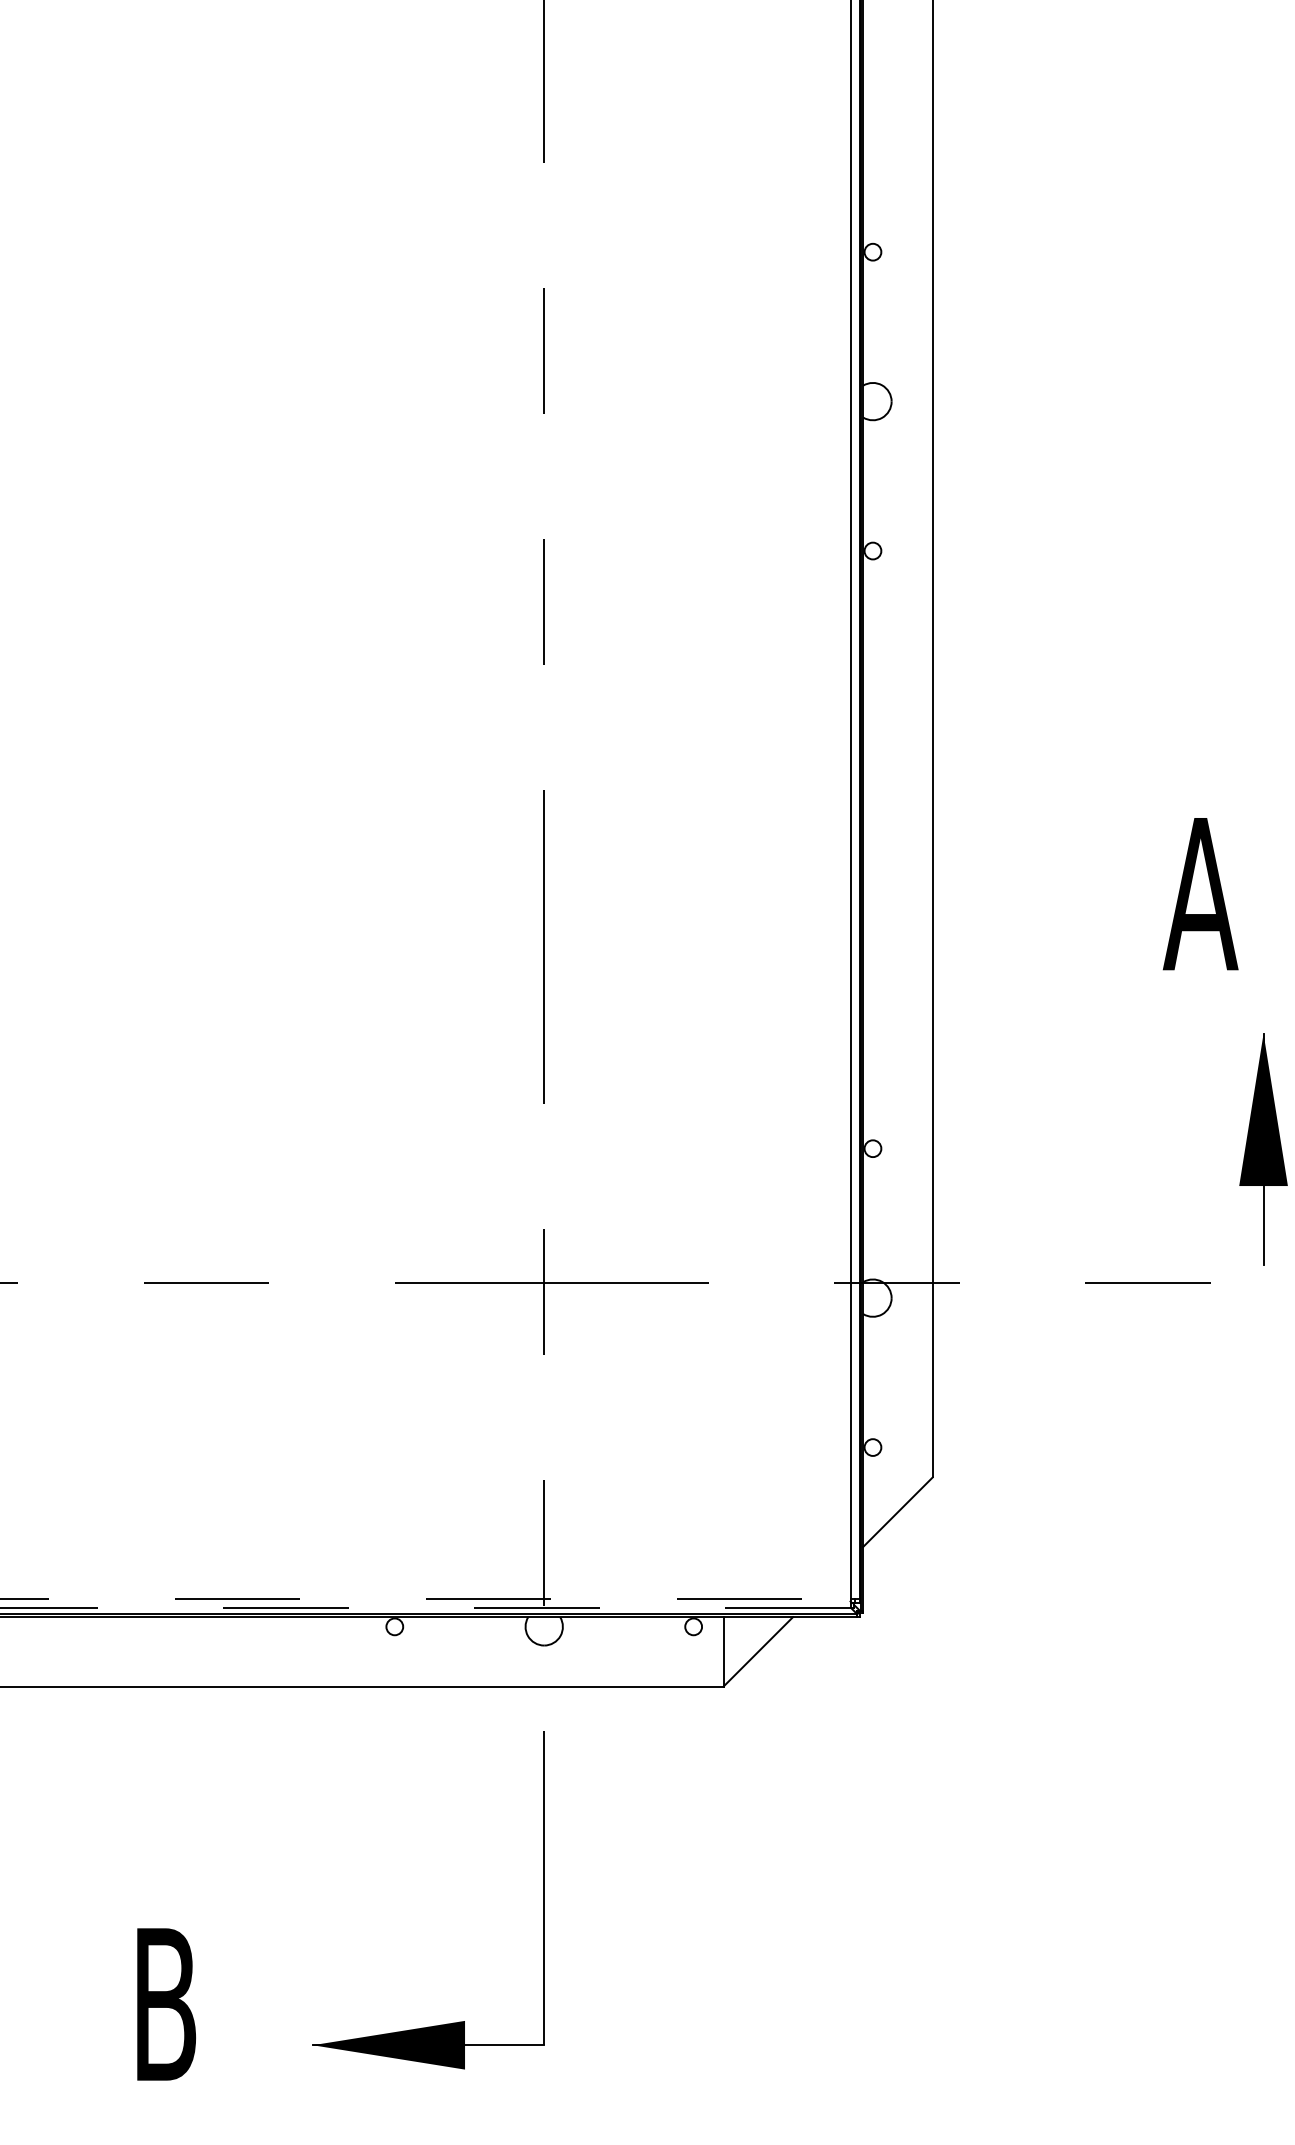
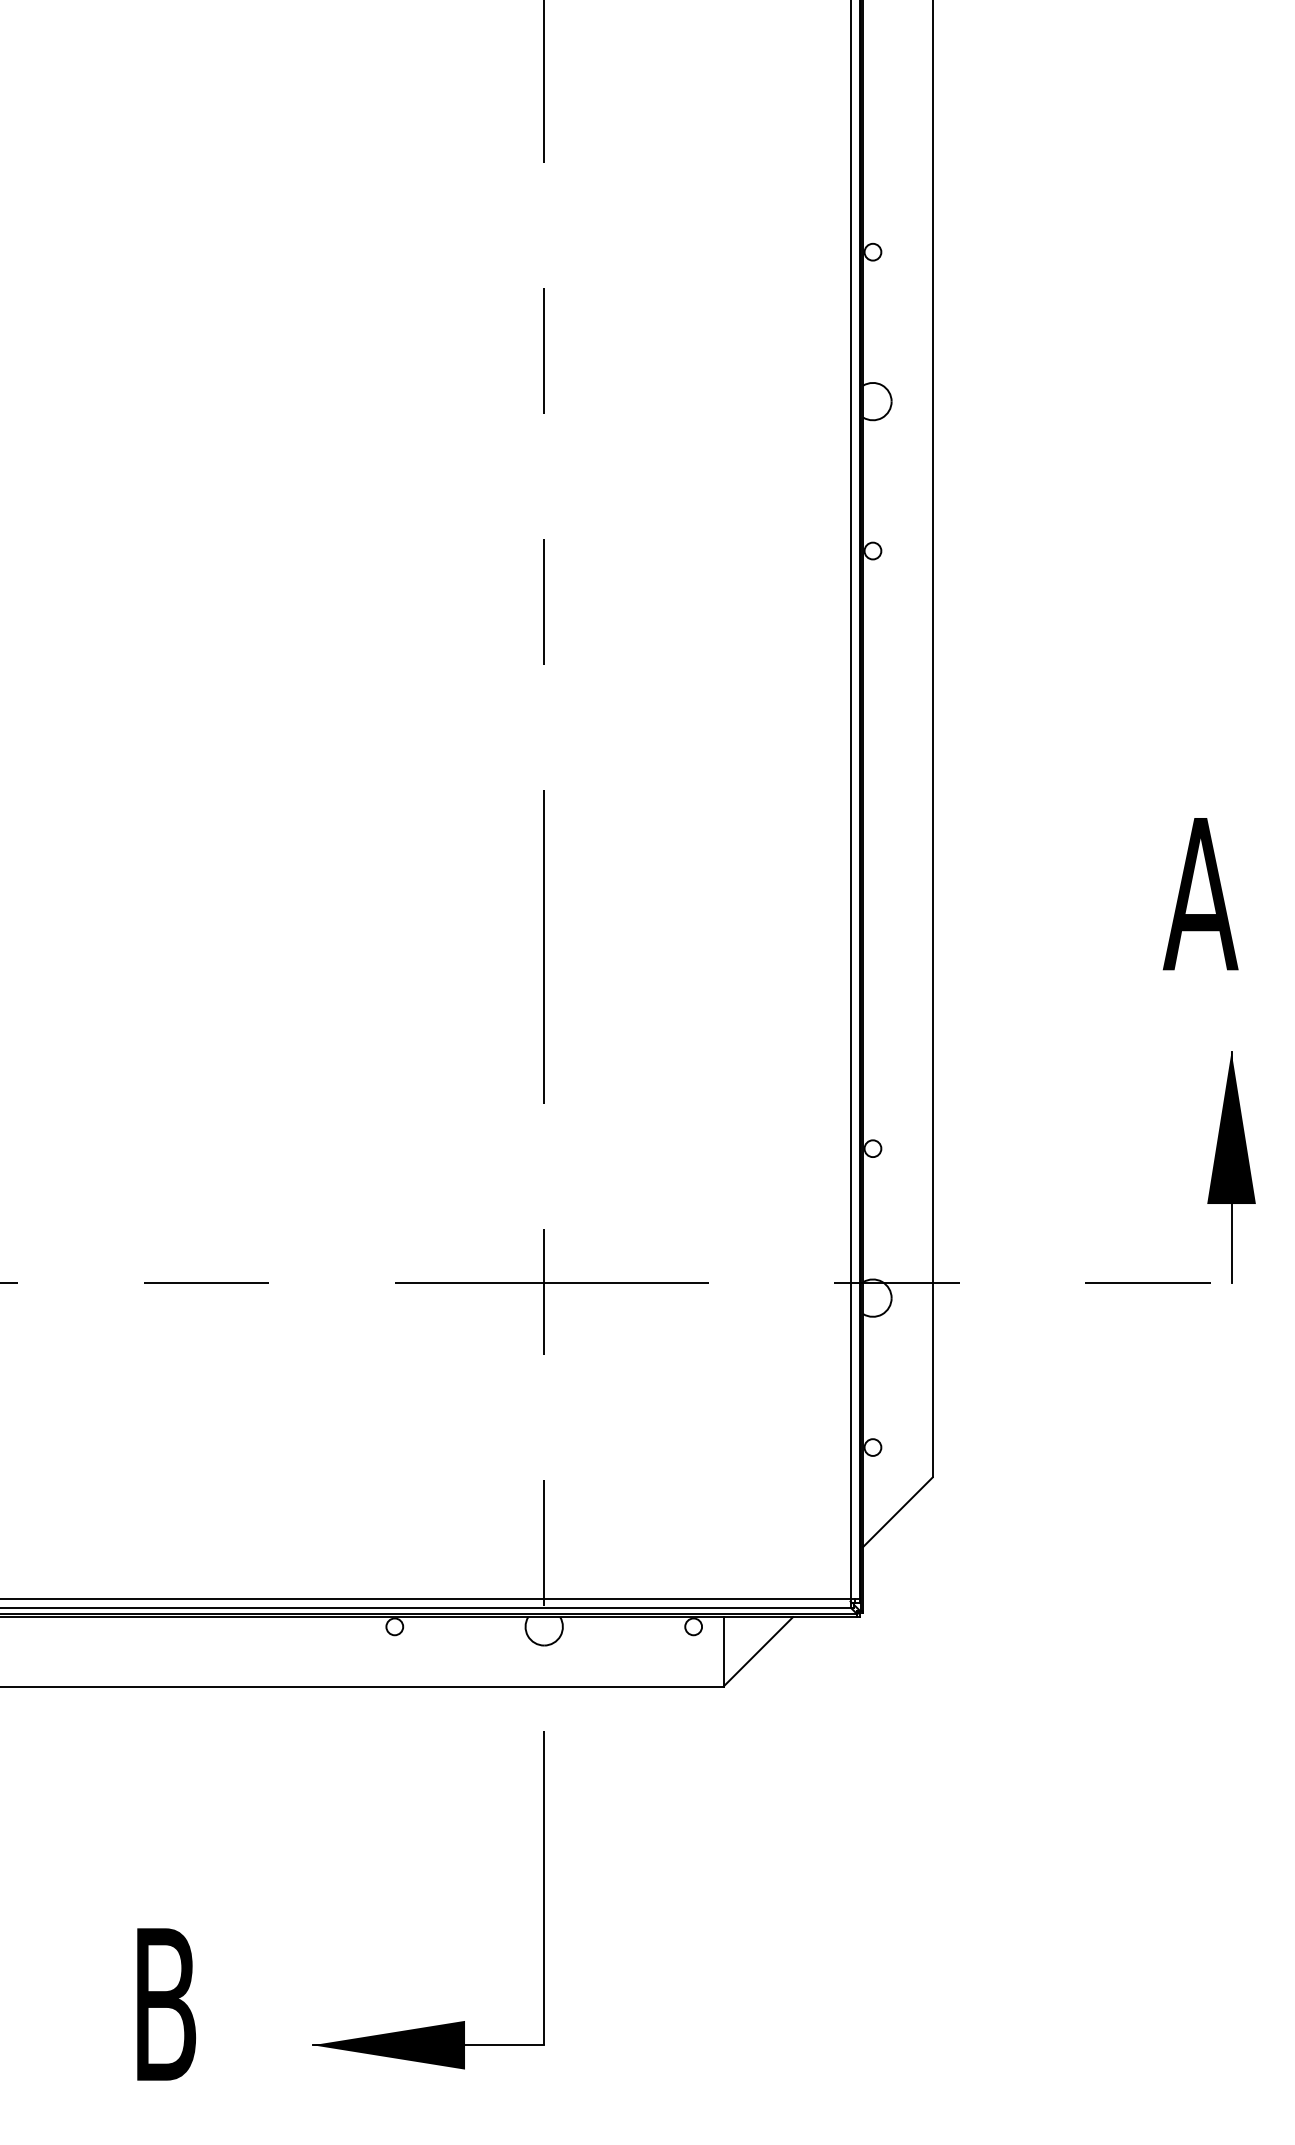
part at (1263, 1149) position: (1263, 1149) -> (1231, 1167)
line at (425, 1599): dashed -> solid
line at (425, 1608): dashed -> solid
